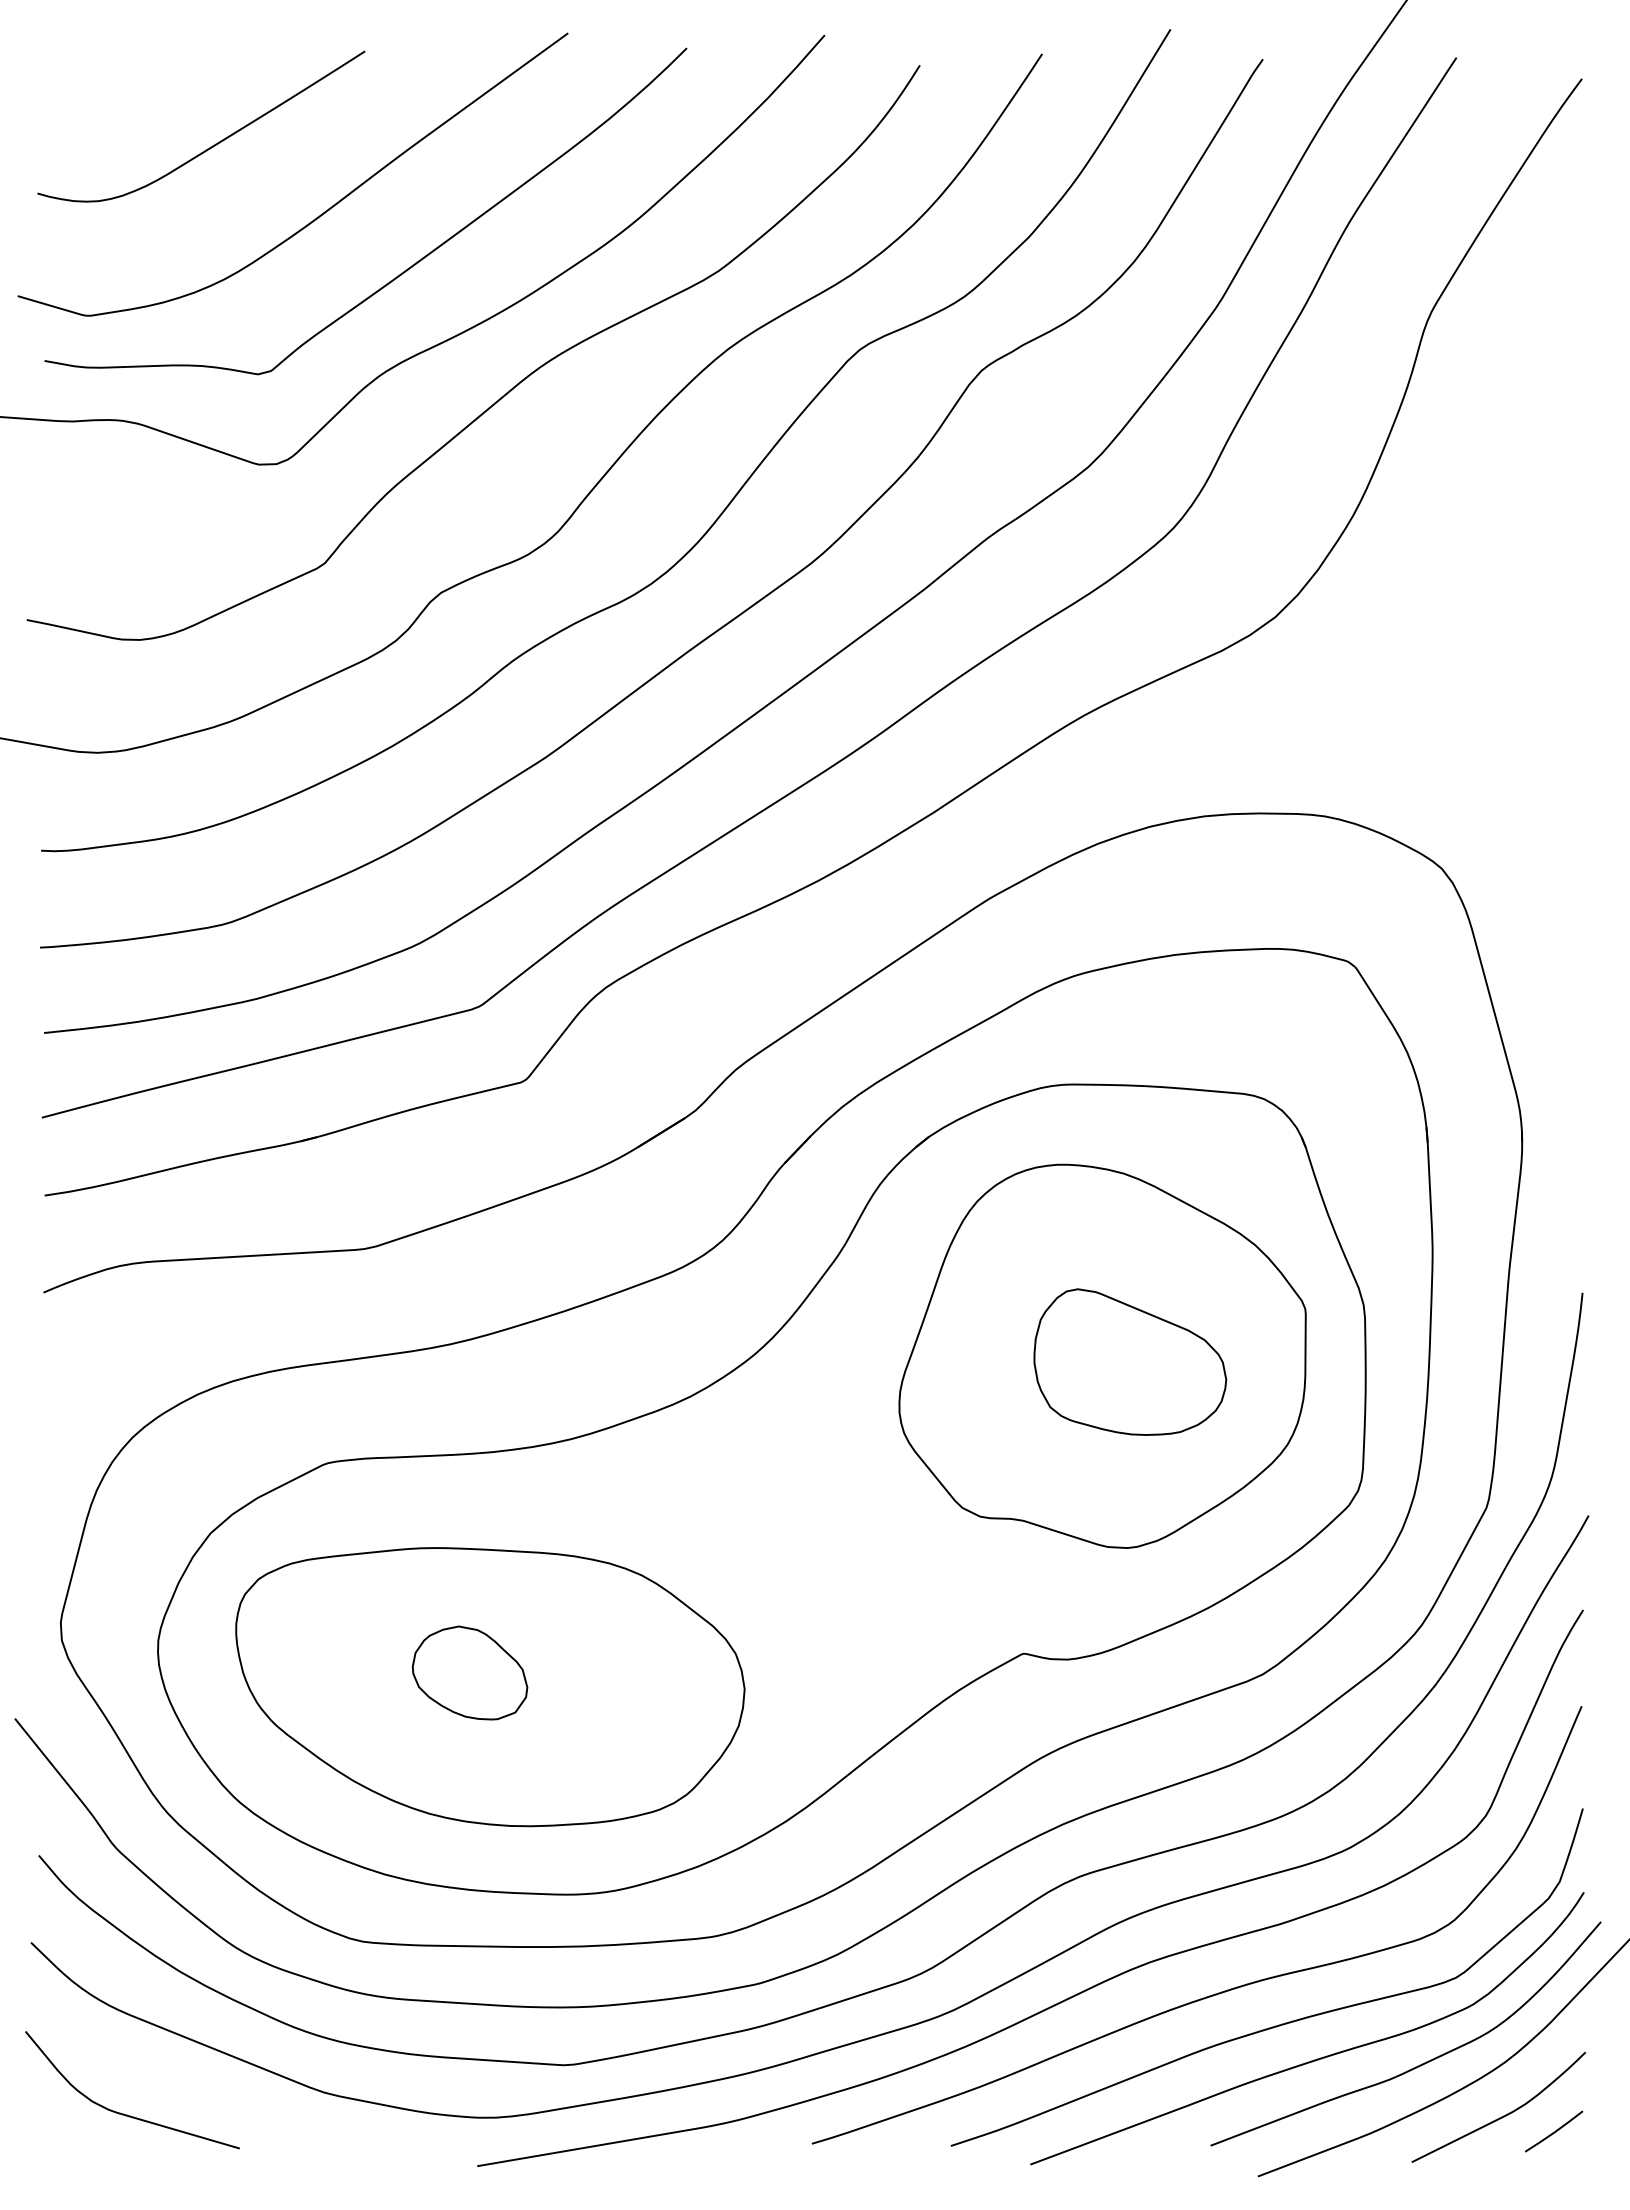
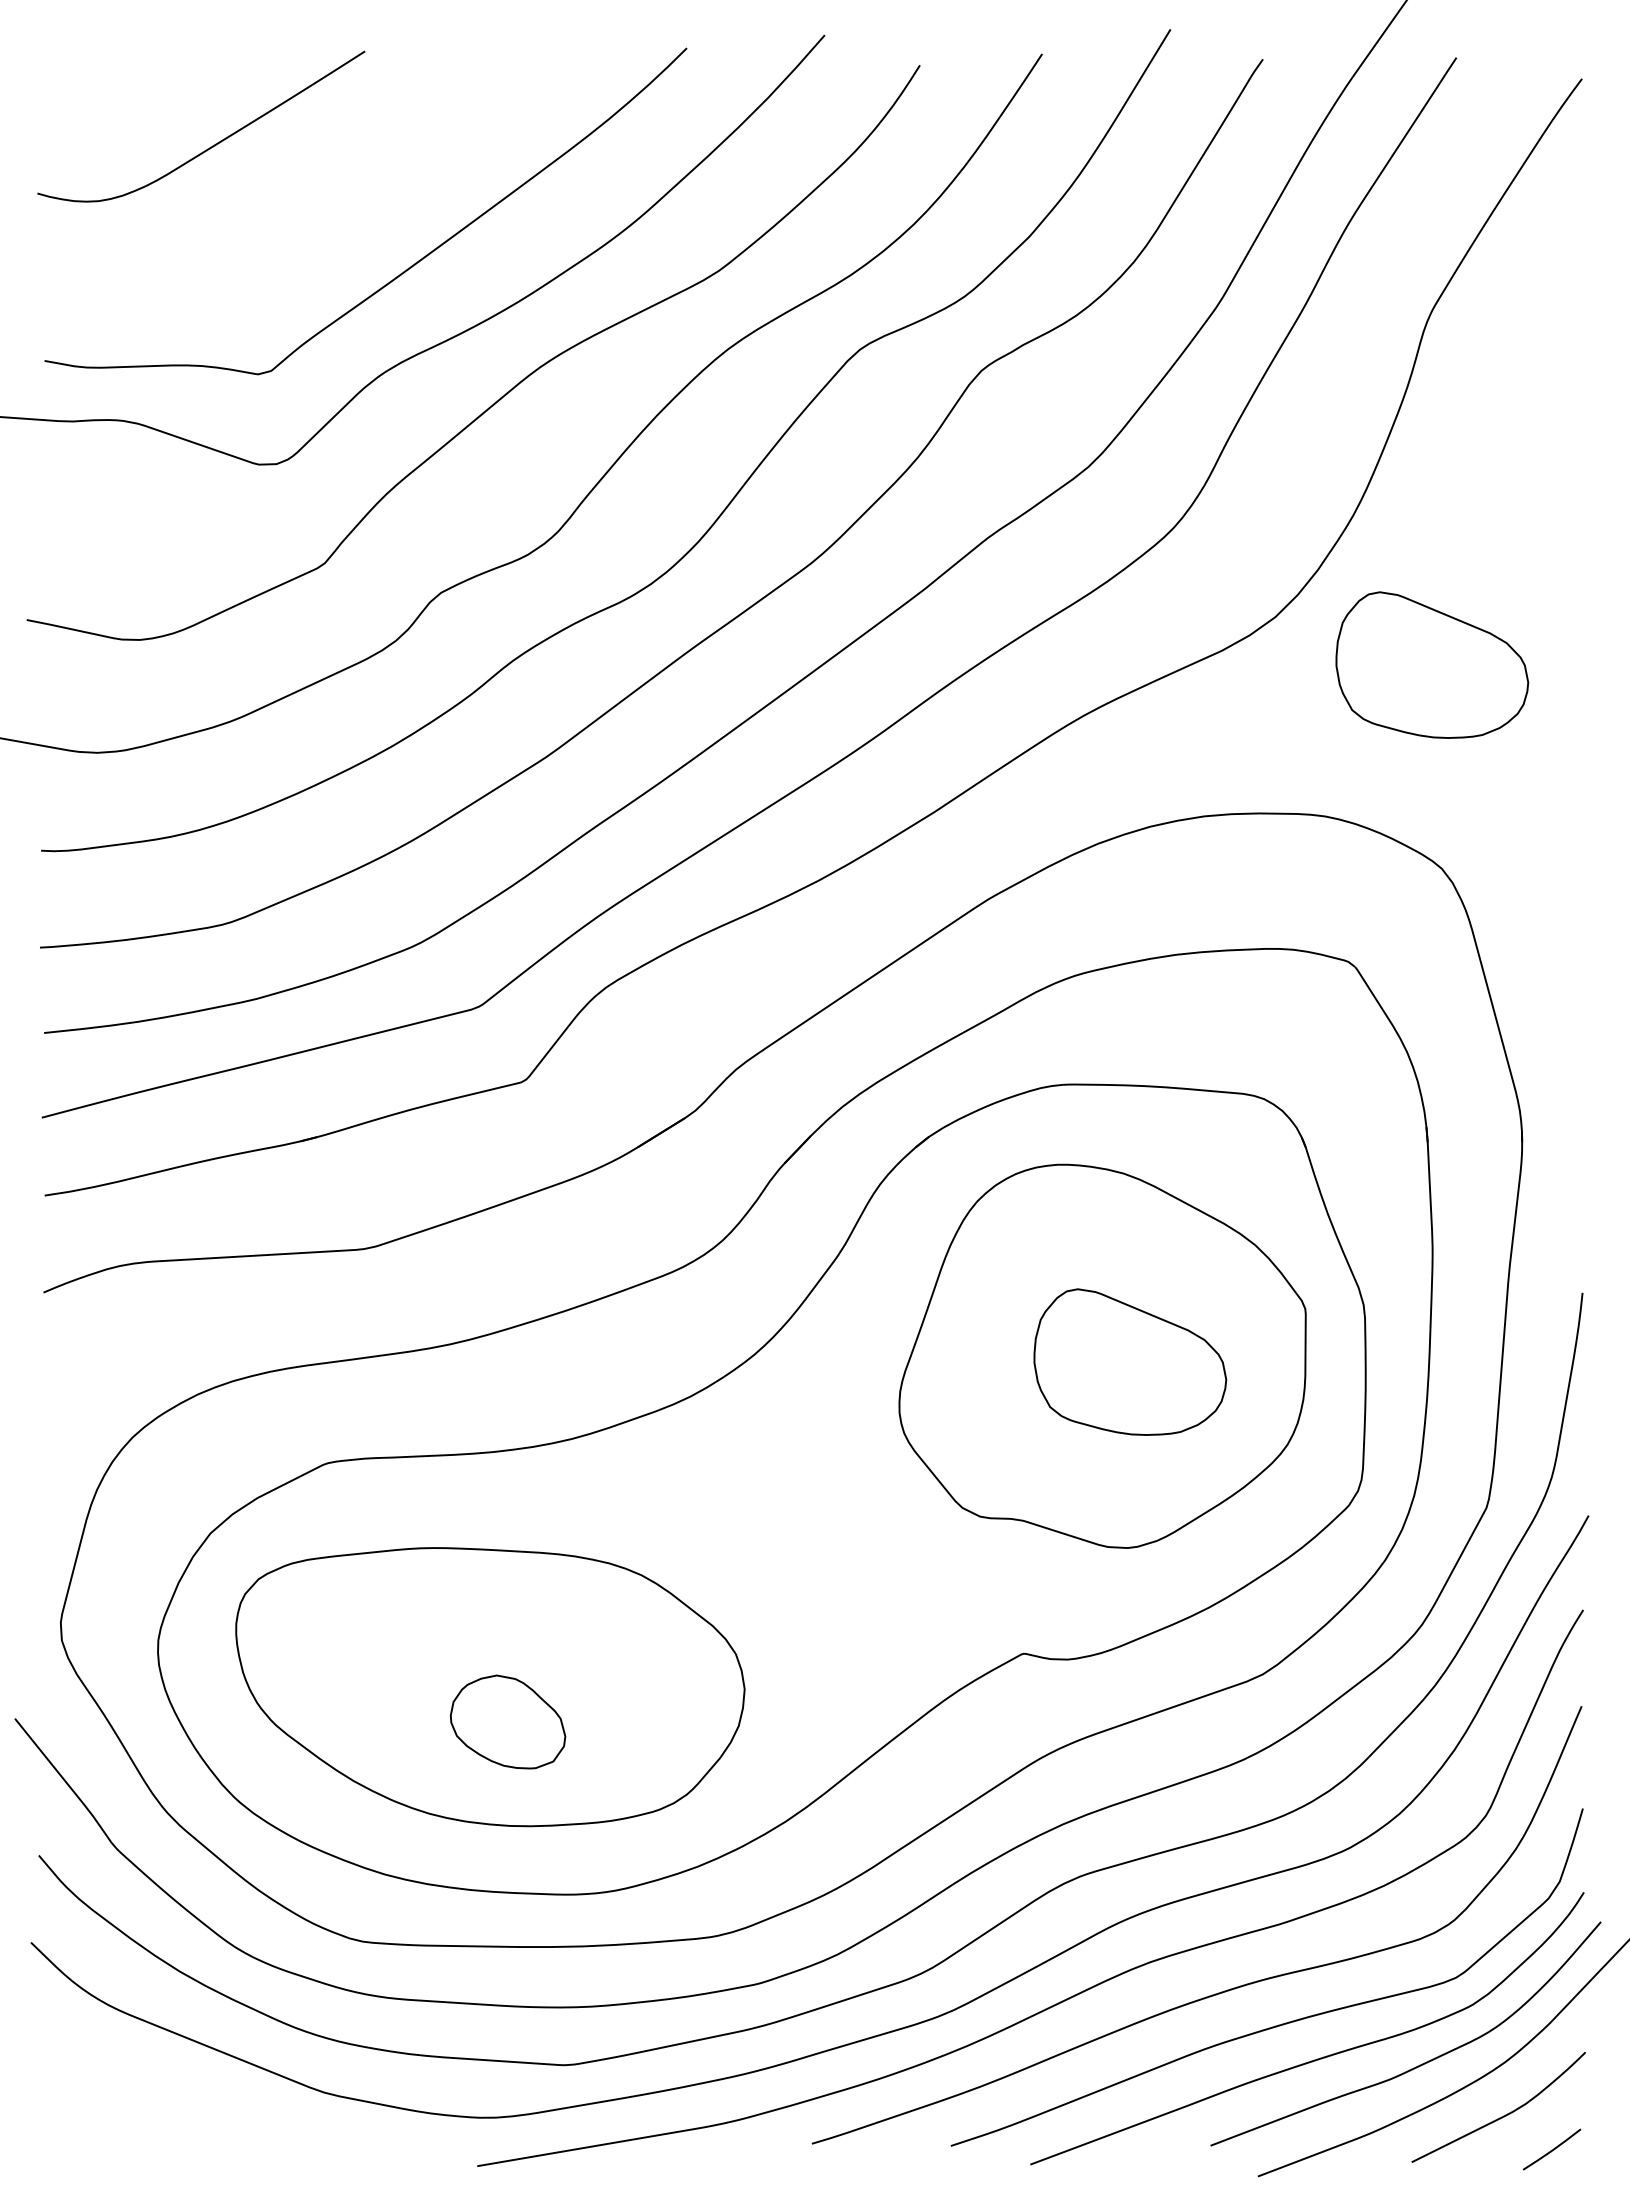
curve at (320, 214): present -> none
part at (1432, 664): none -> present
part at (469, 1672) position: (469, 1672) -> (507, 1721)
curve at (127, 2114): present -> none
line at (1554, 2131) position: (1554, 2131) -> (1552, 2149)
